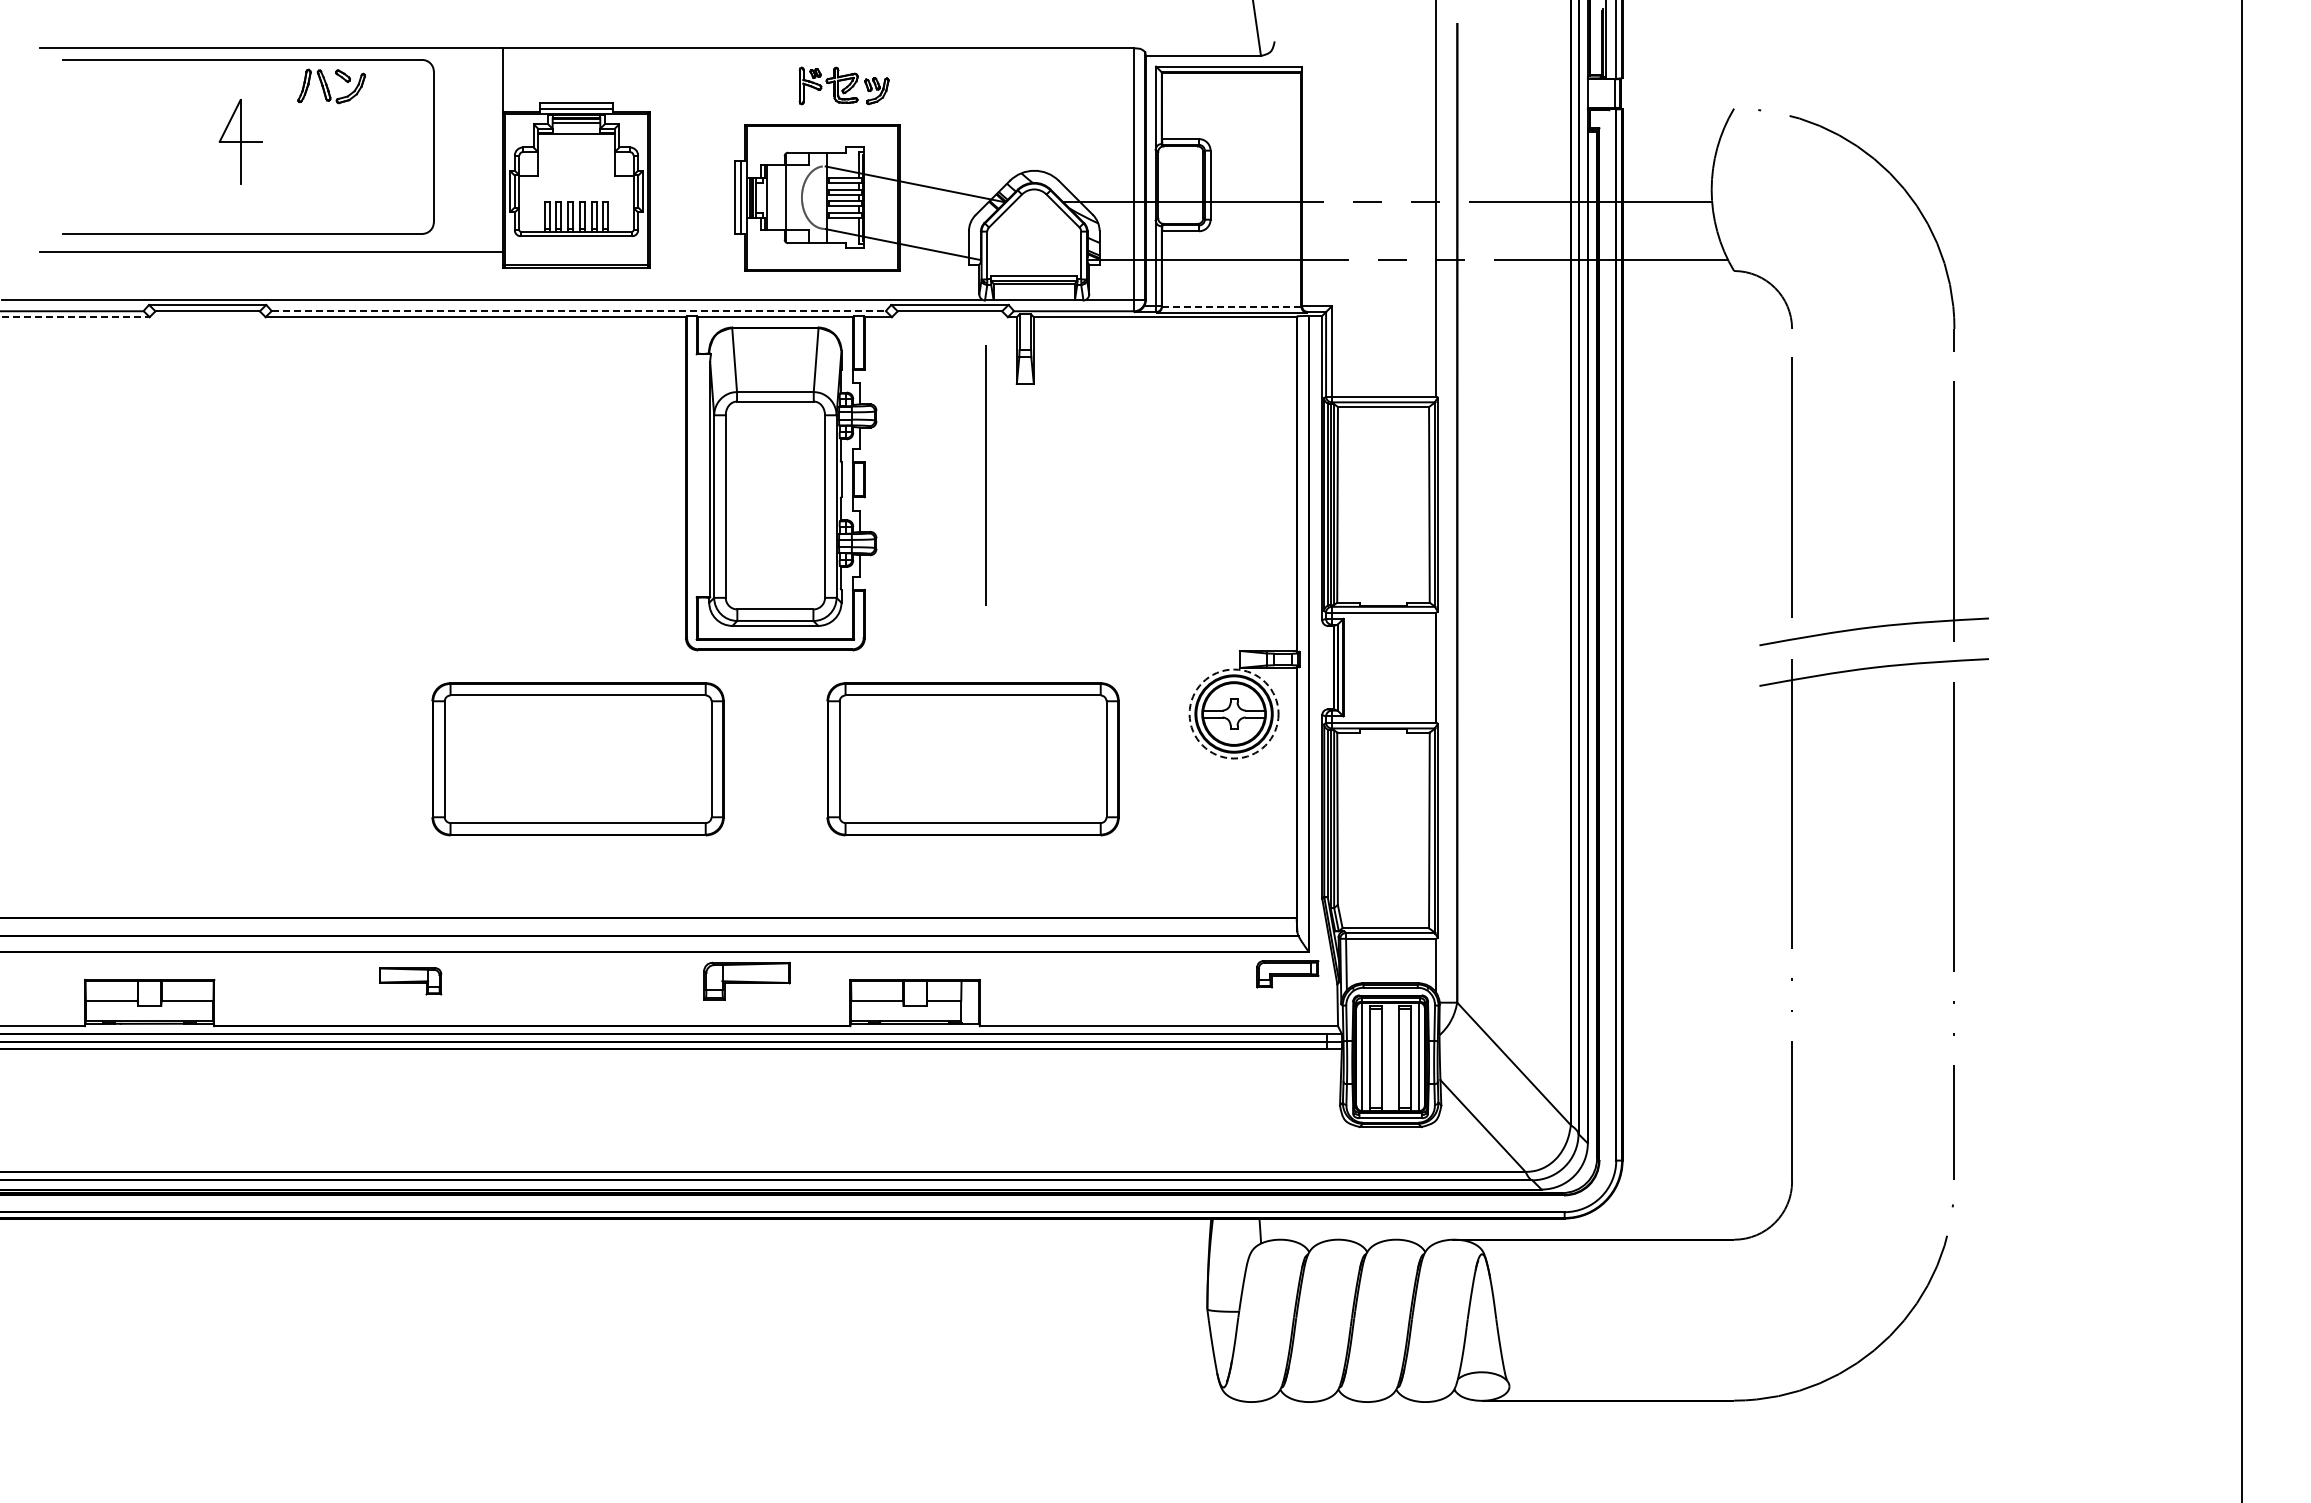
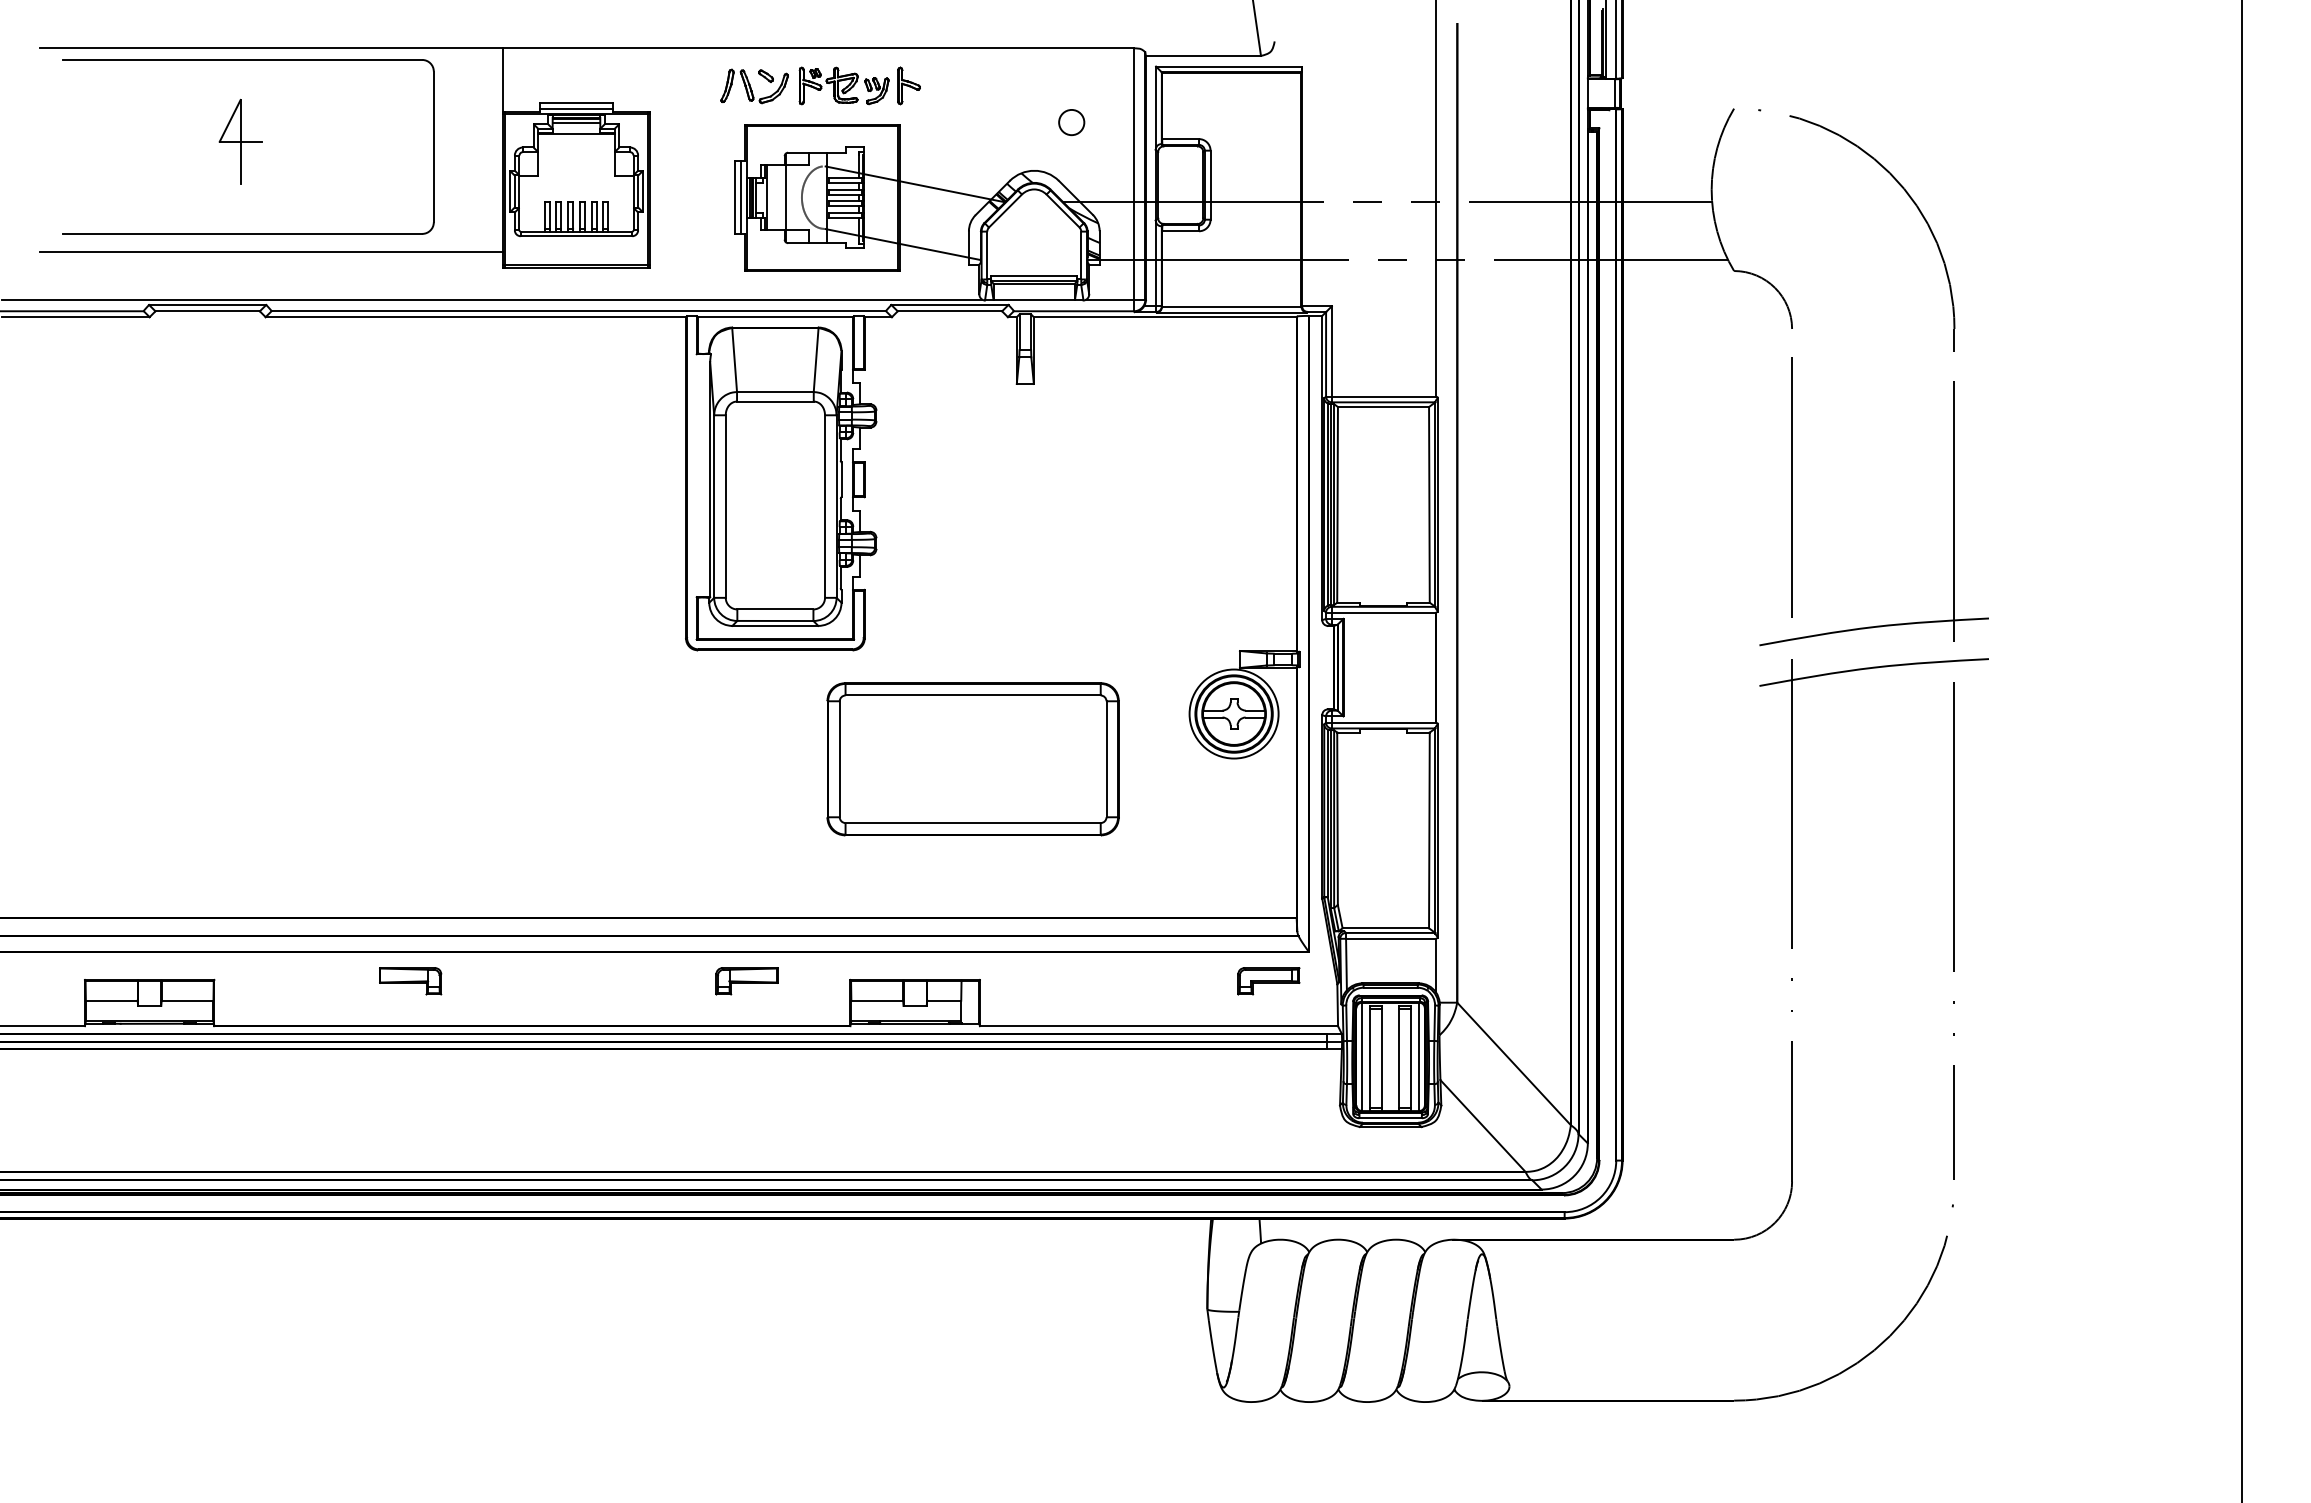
part at (908, 85): none -> present
part at (331, 86) position: (331, 86) -> (754, 86)
circle at (1071, 122): none -> present
line at (1231, 306): dashed -> solid
line at (579, 311): dashed -> solid
line at (76, 317): dashed -> solid
line at (985, 475): present -> none
circle at (1233, 713): dashed -> solid
part at (577, 759): present -> none
part at (1287, 974) position: (1287, 974) -> (1268, 981)
part at (746, 980) size: 88x40 px -> 64x29 px
